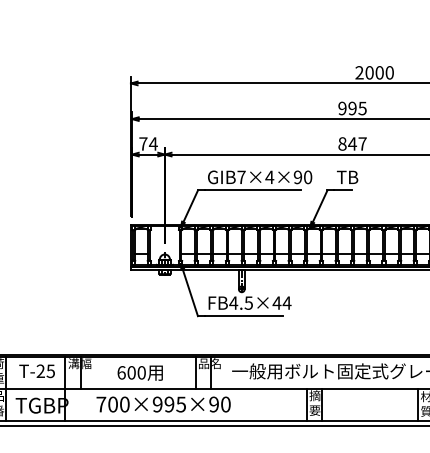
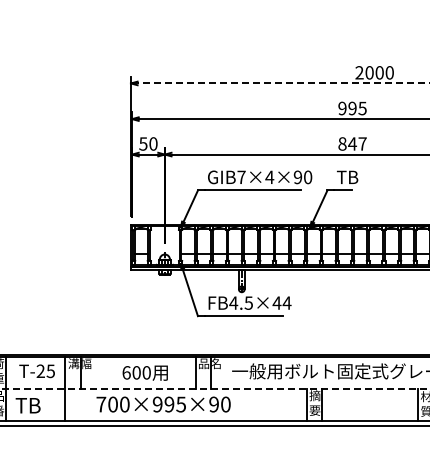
line at (283, 83): solid -> dashed
text at (148, 143): 74 -> 50
text at (139, 372) position: (139, 372) -> (144, 372)
line at (215, 388): solid -> dashed
text at (48, 405): TGBP -> TB
